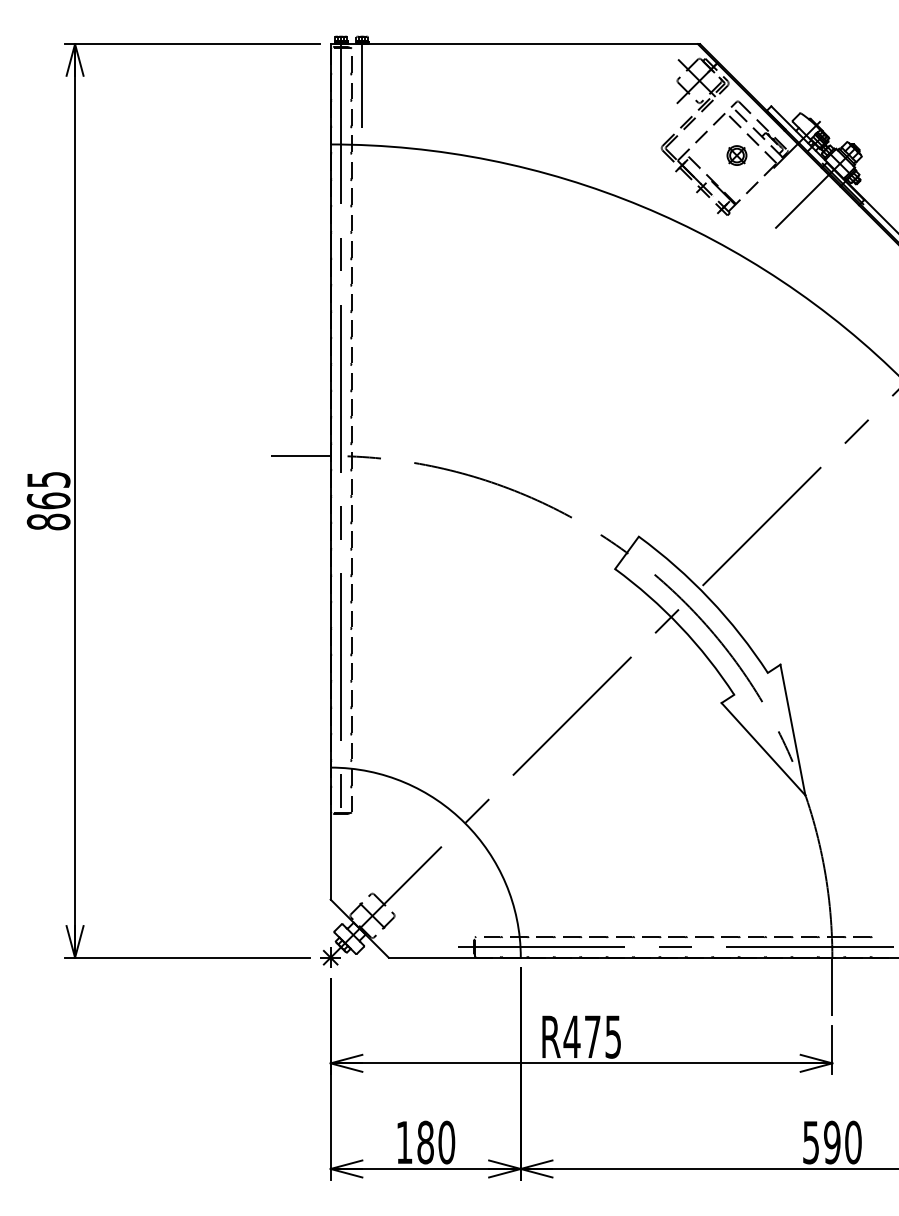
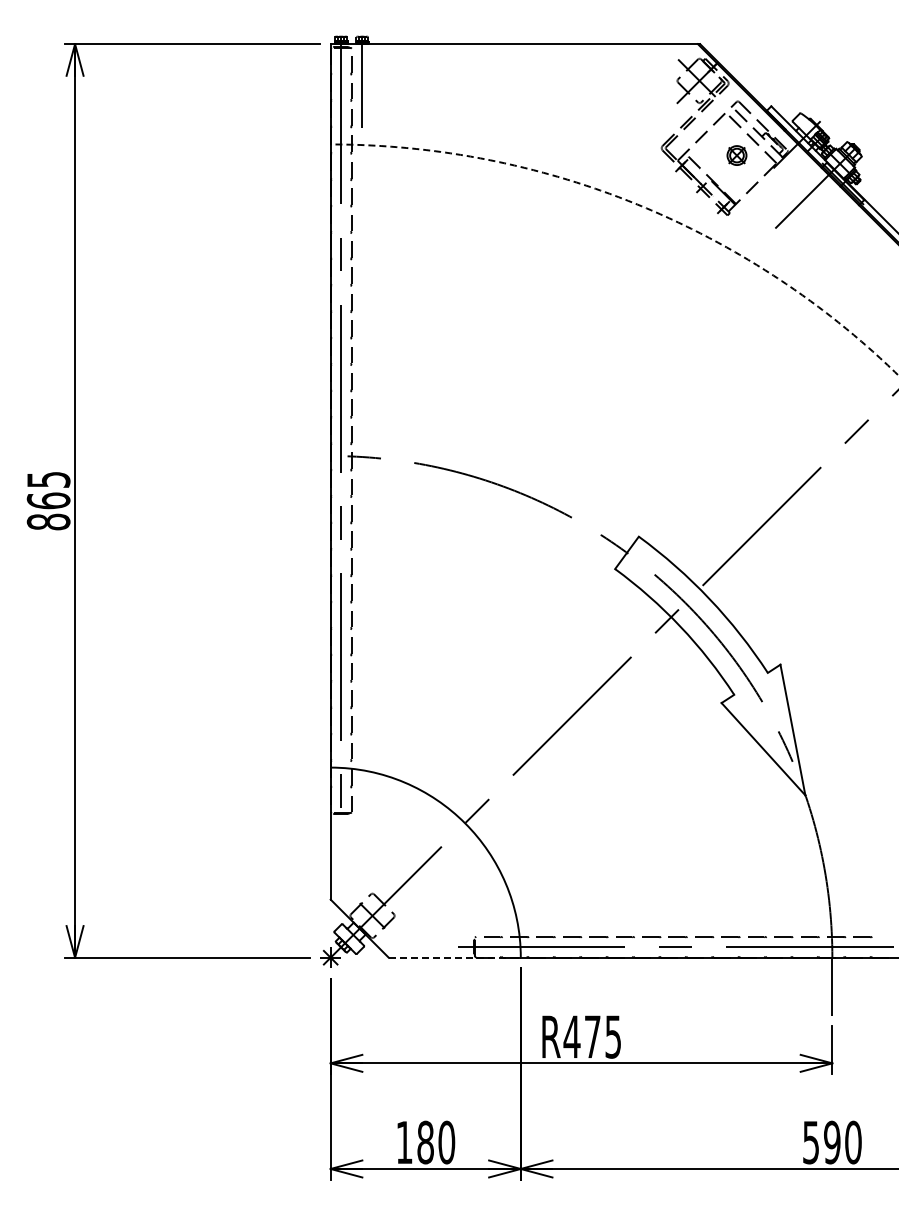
arc at (637, 204): solid -> dashed
line at (300, 456): present -> none
line at (455, 957): solid -> dashed
